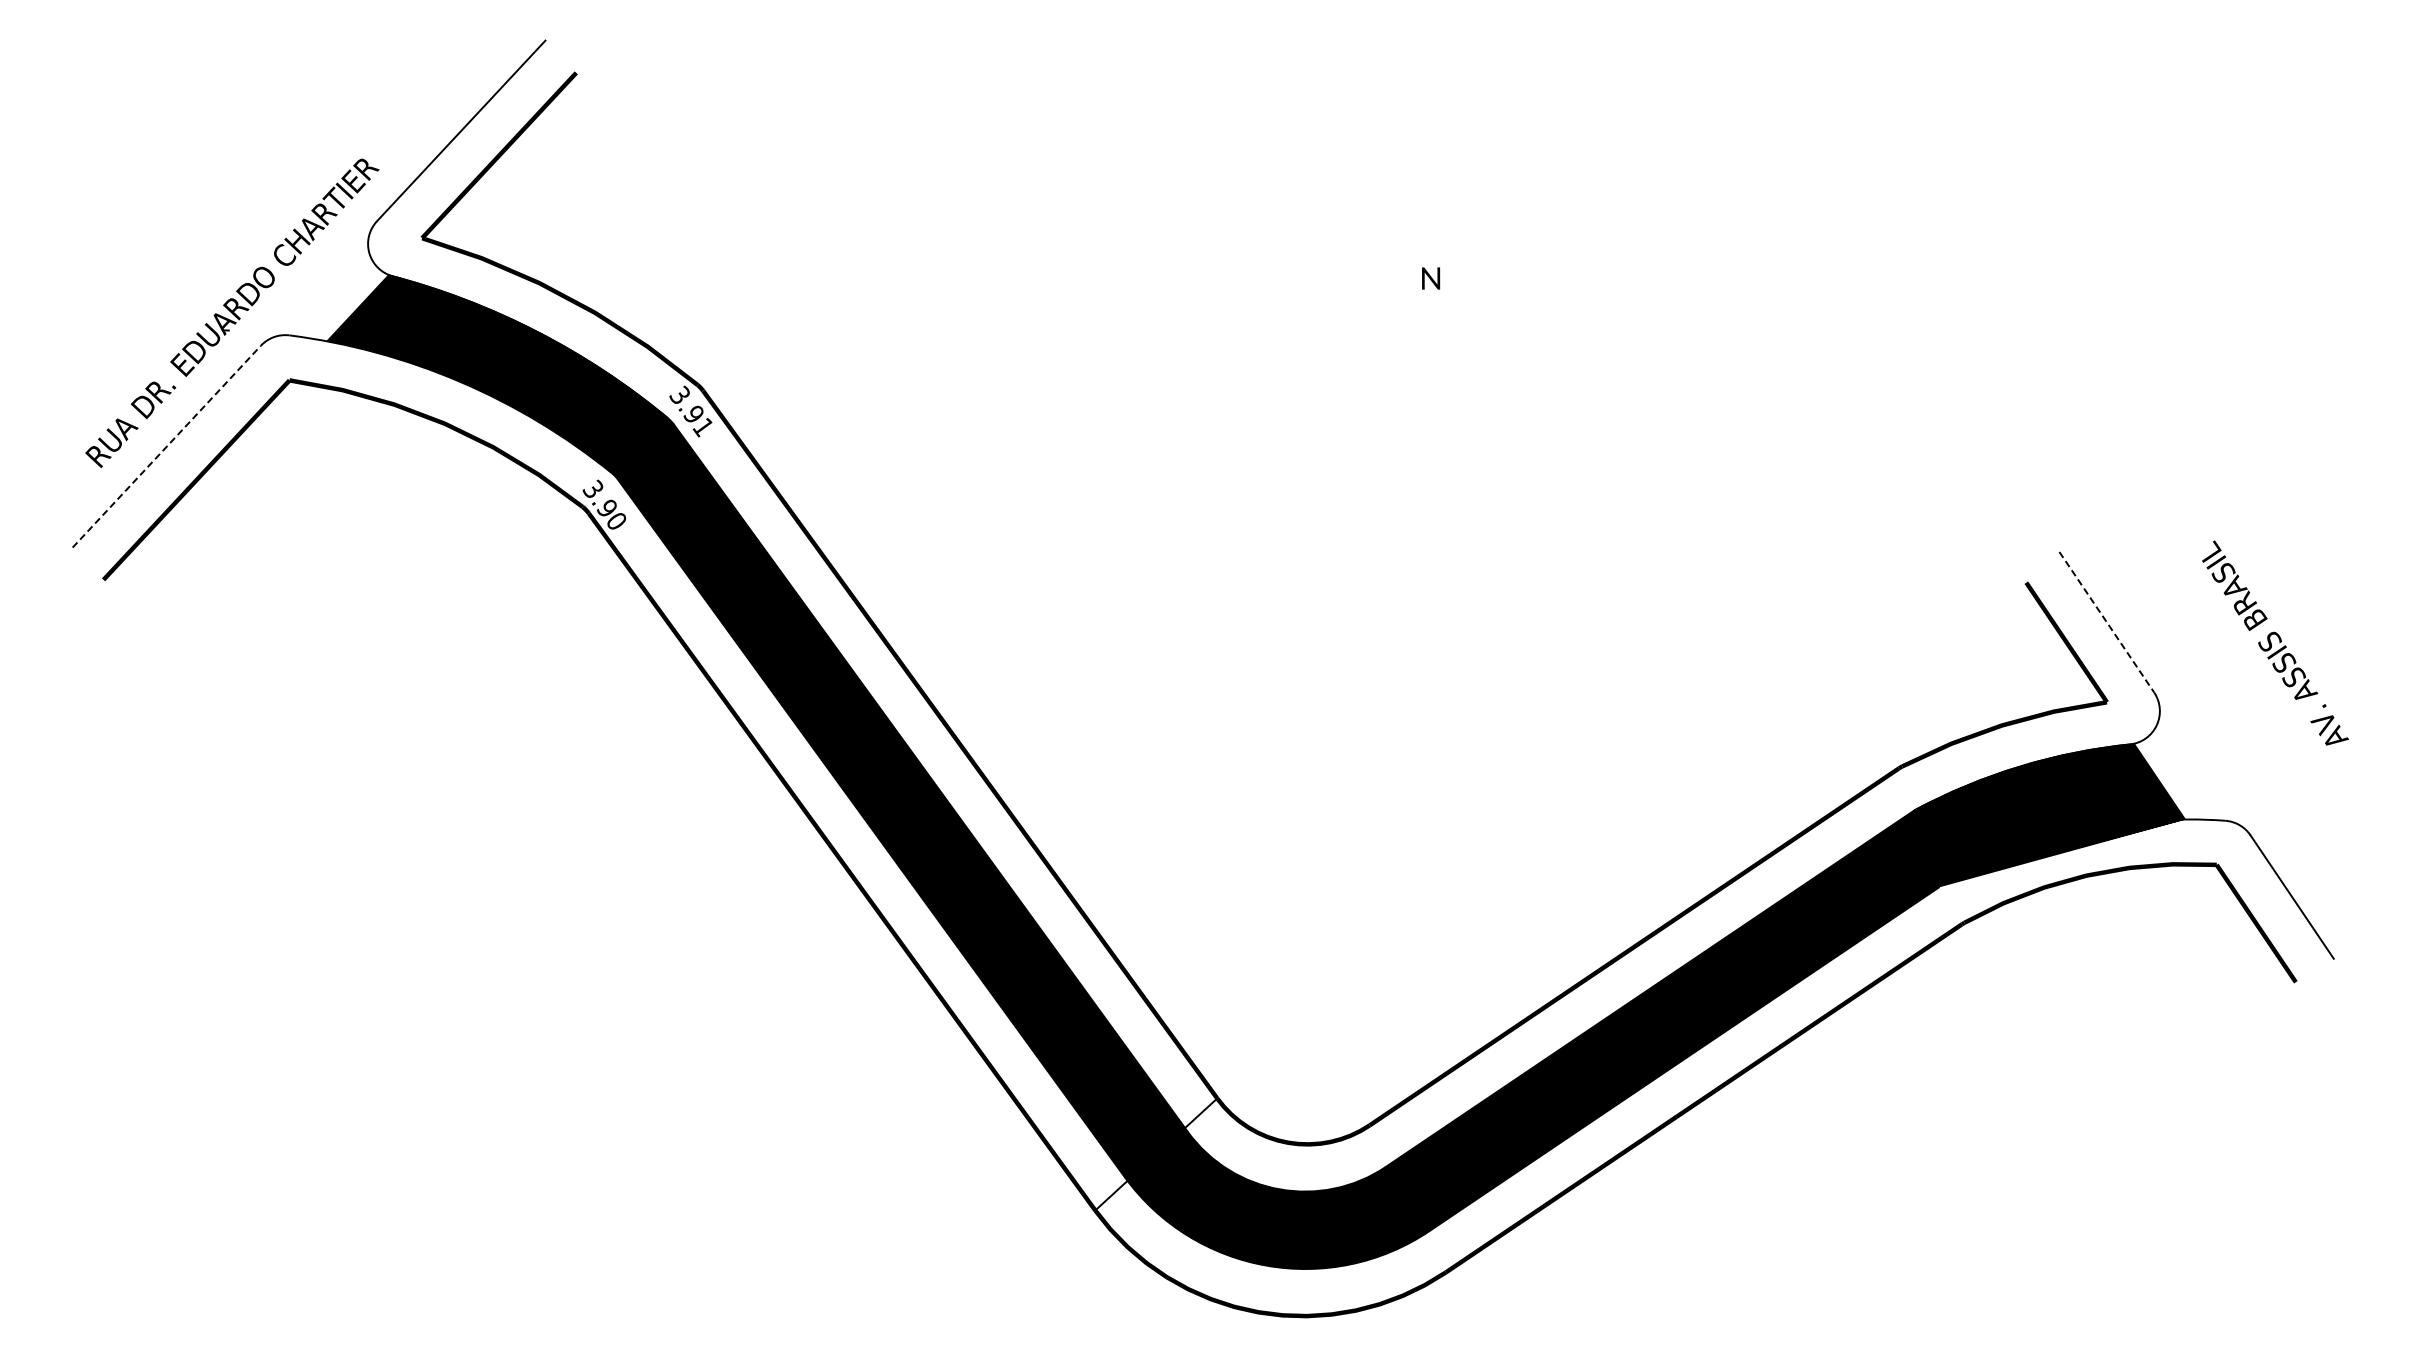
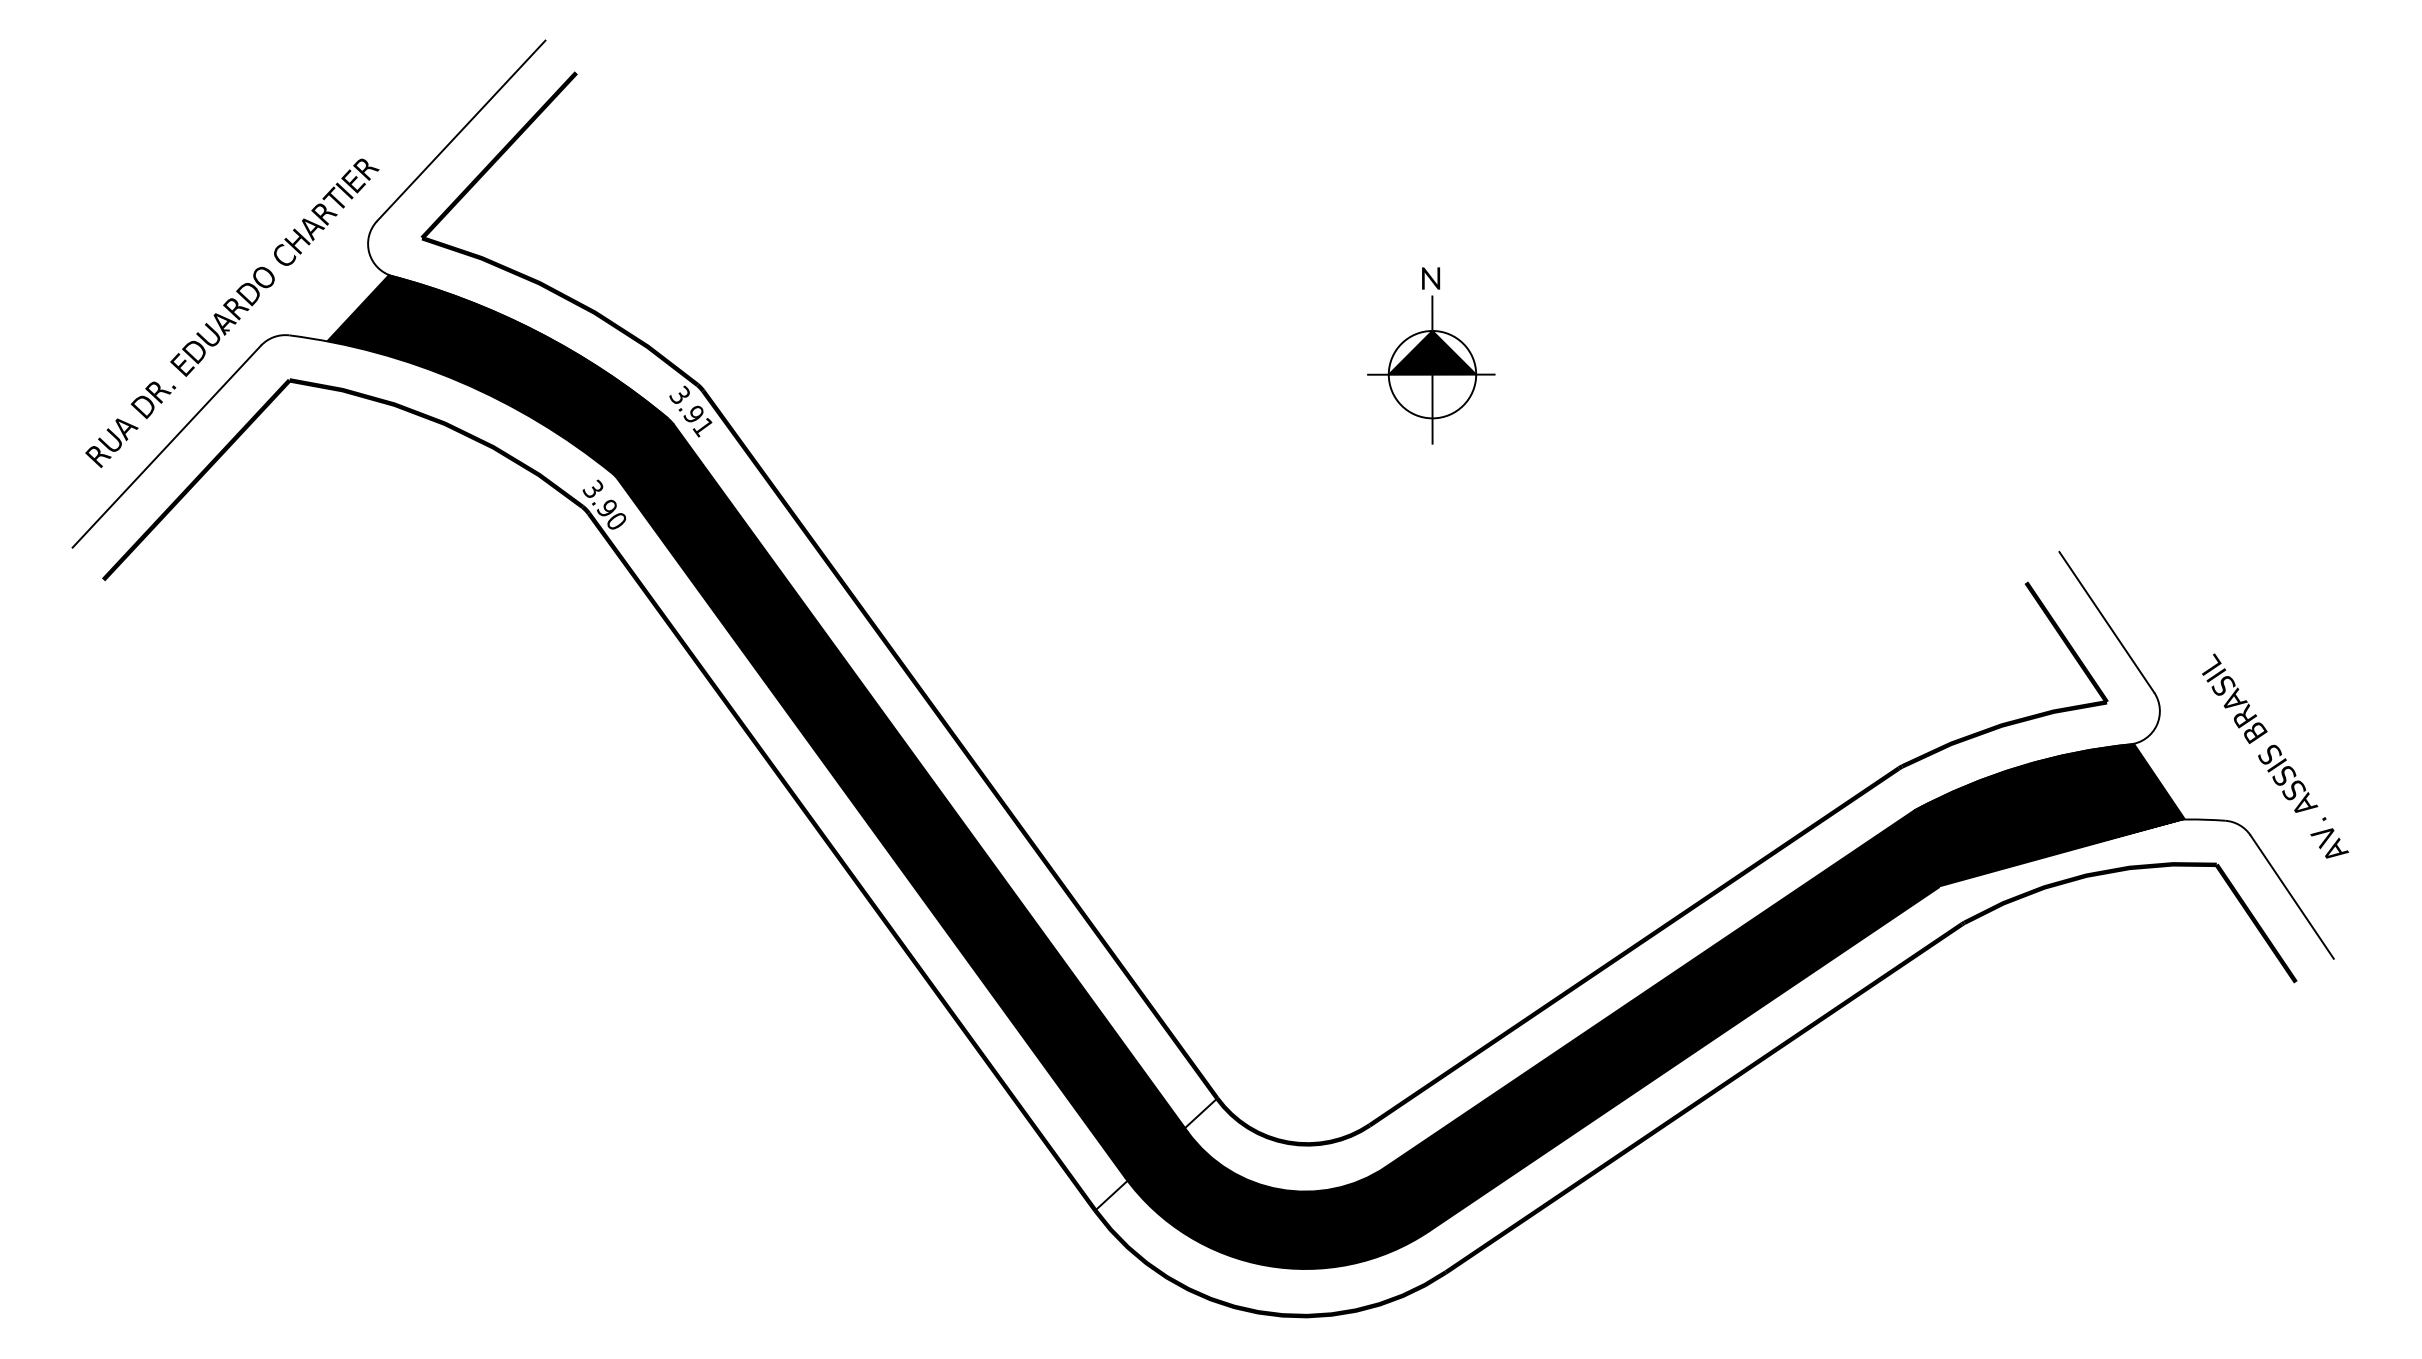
part at (1431, 369): none -> present
line at (167, 446): dashed -> solid
line at (2106, 622): dashed -> solid
text at (2275, 642) position: (2275, 642) -> (2275, 755)
